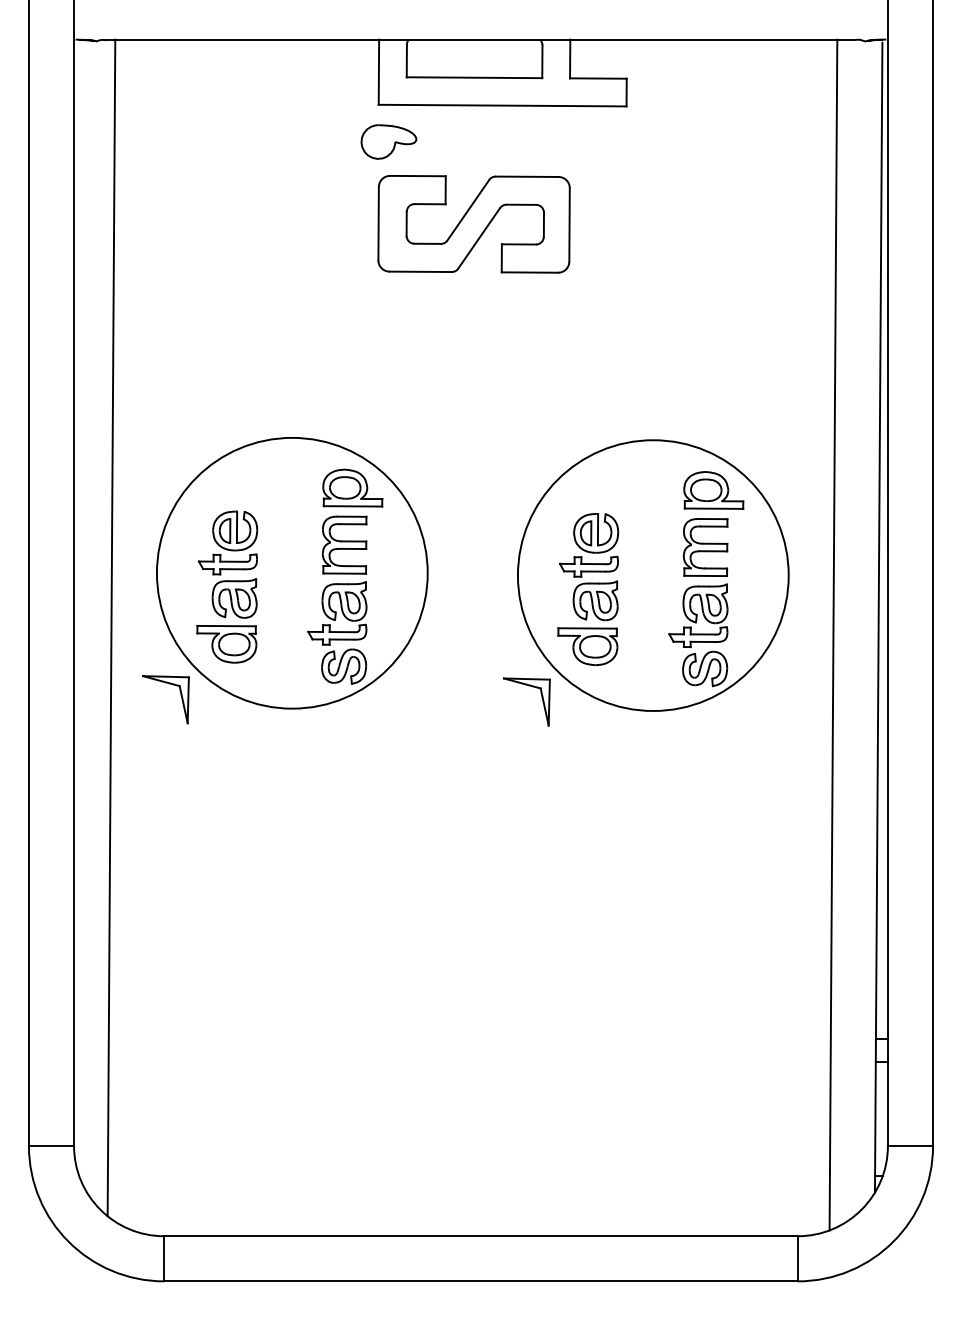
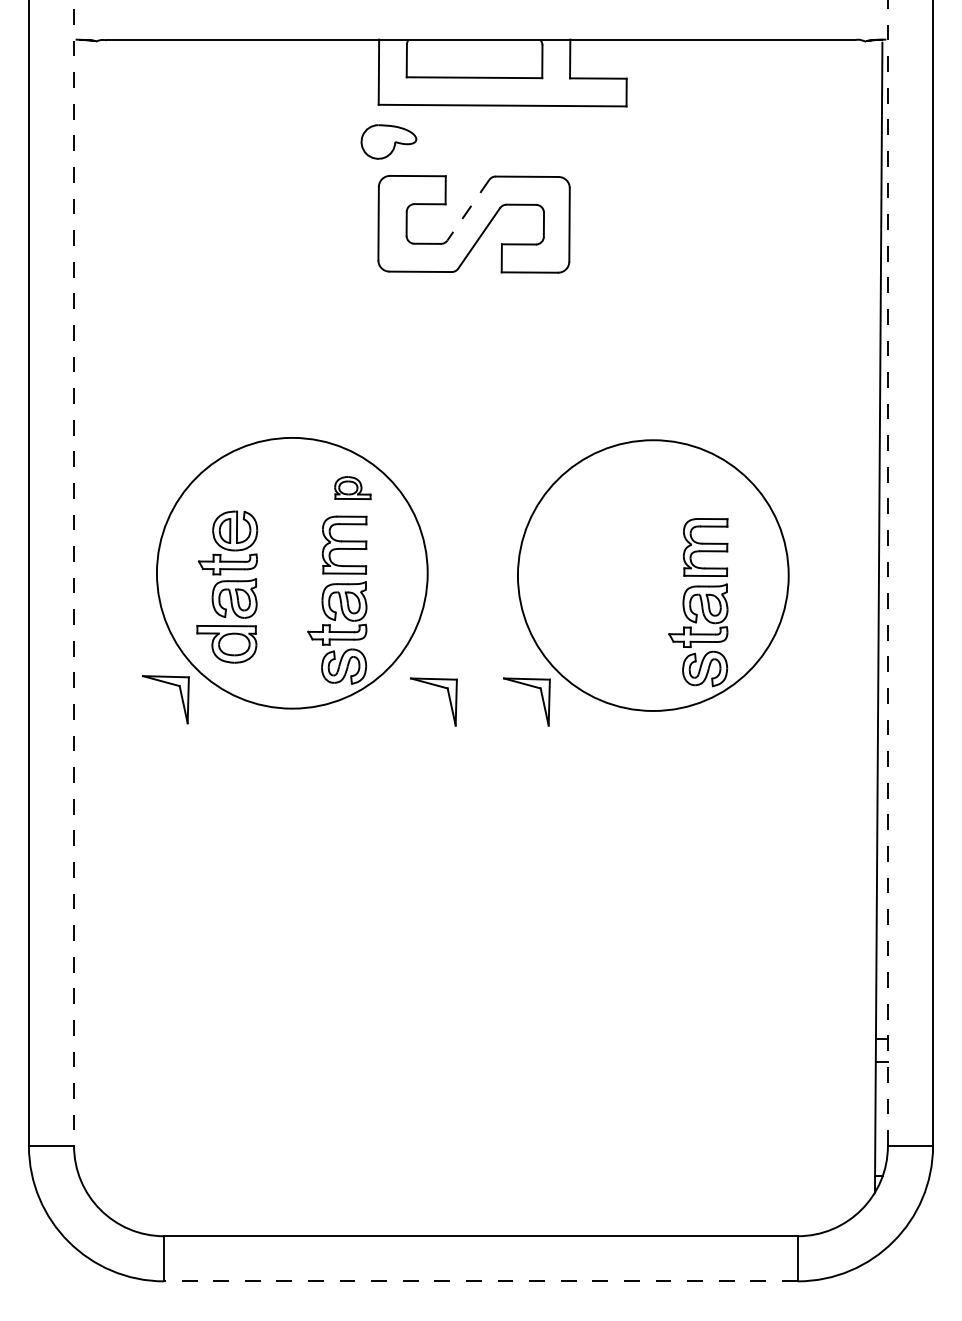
line at (468, 210): solid -> dashed
part at (352, 487) size: 62x40 px -> 38x25 px
part at (713, 490): present -> none
line at (74, 573): solid -> dashed
line at (887, 573): solid -> dashed
part at (588, 589): present -> none
line at (111, 627): present -> none
line at (833, 634): present -> none
part at (435, 686): none -> present
line at (480, 1281): solid -> dashed
